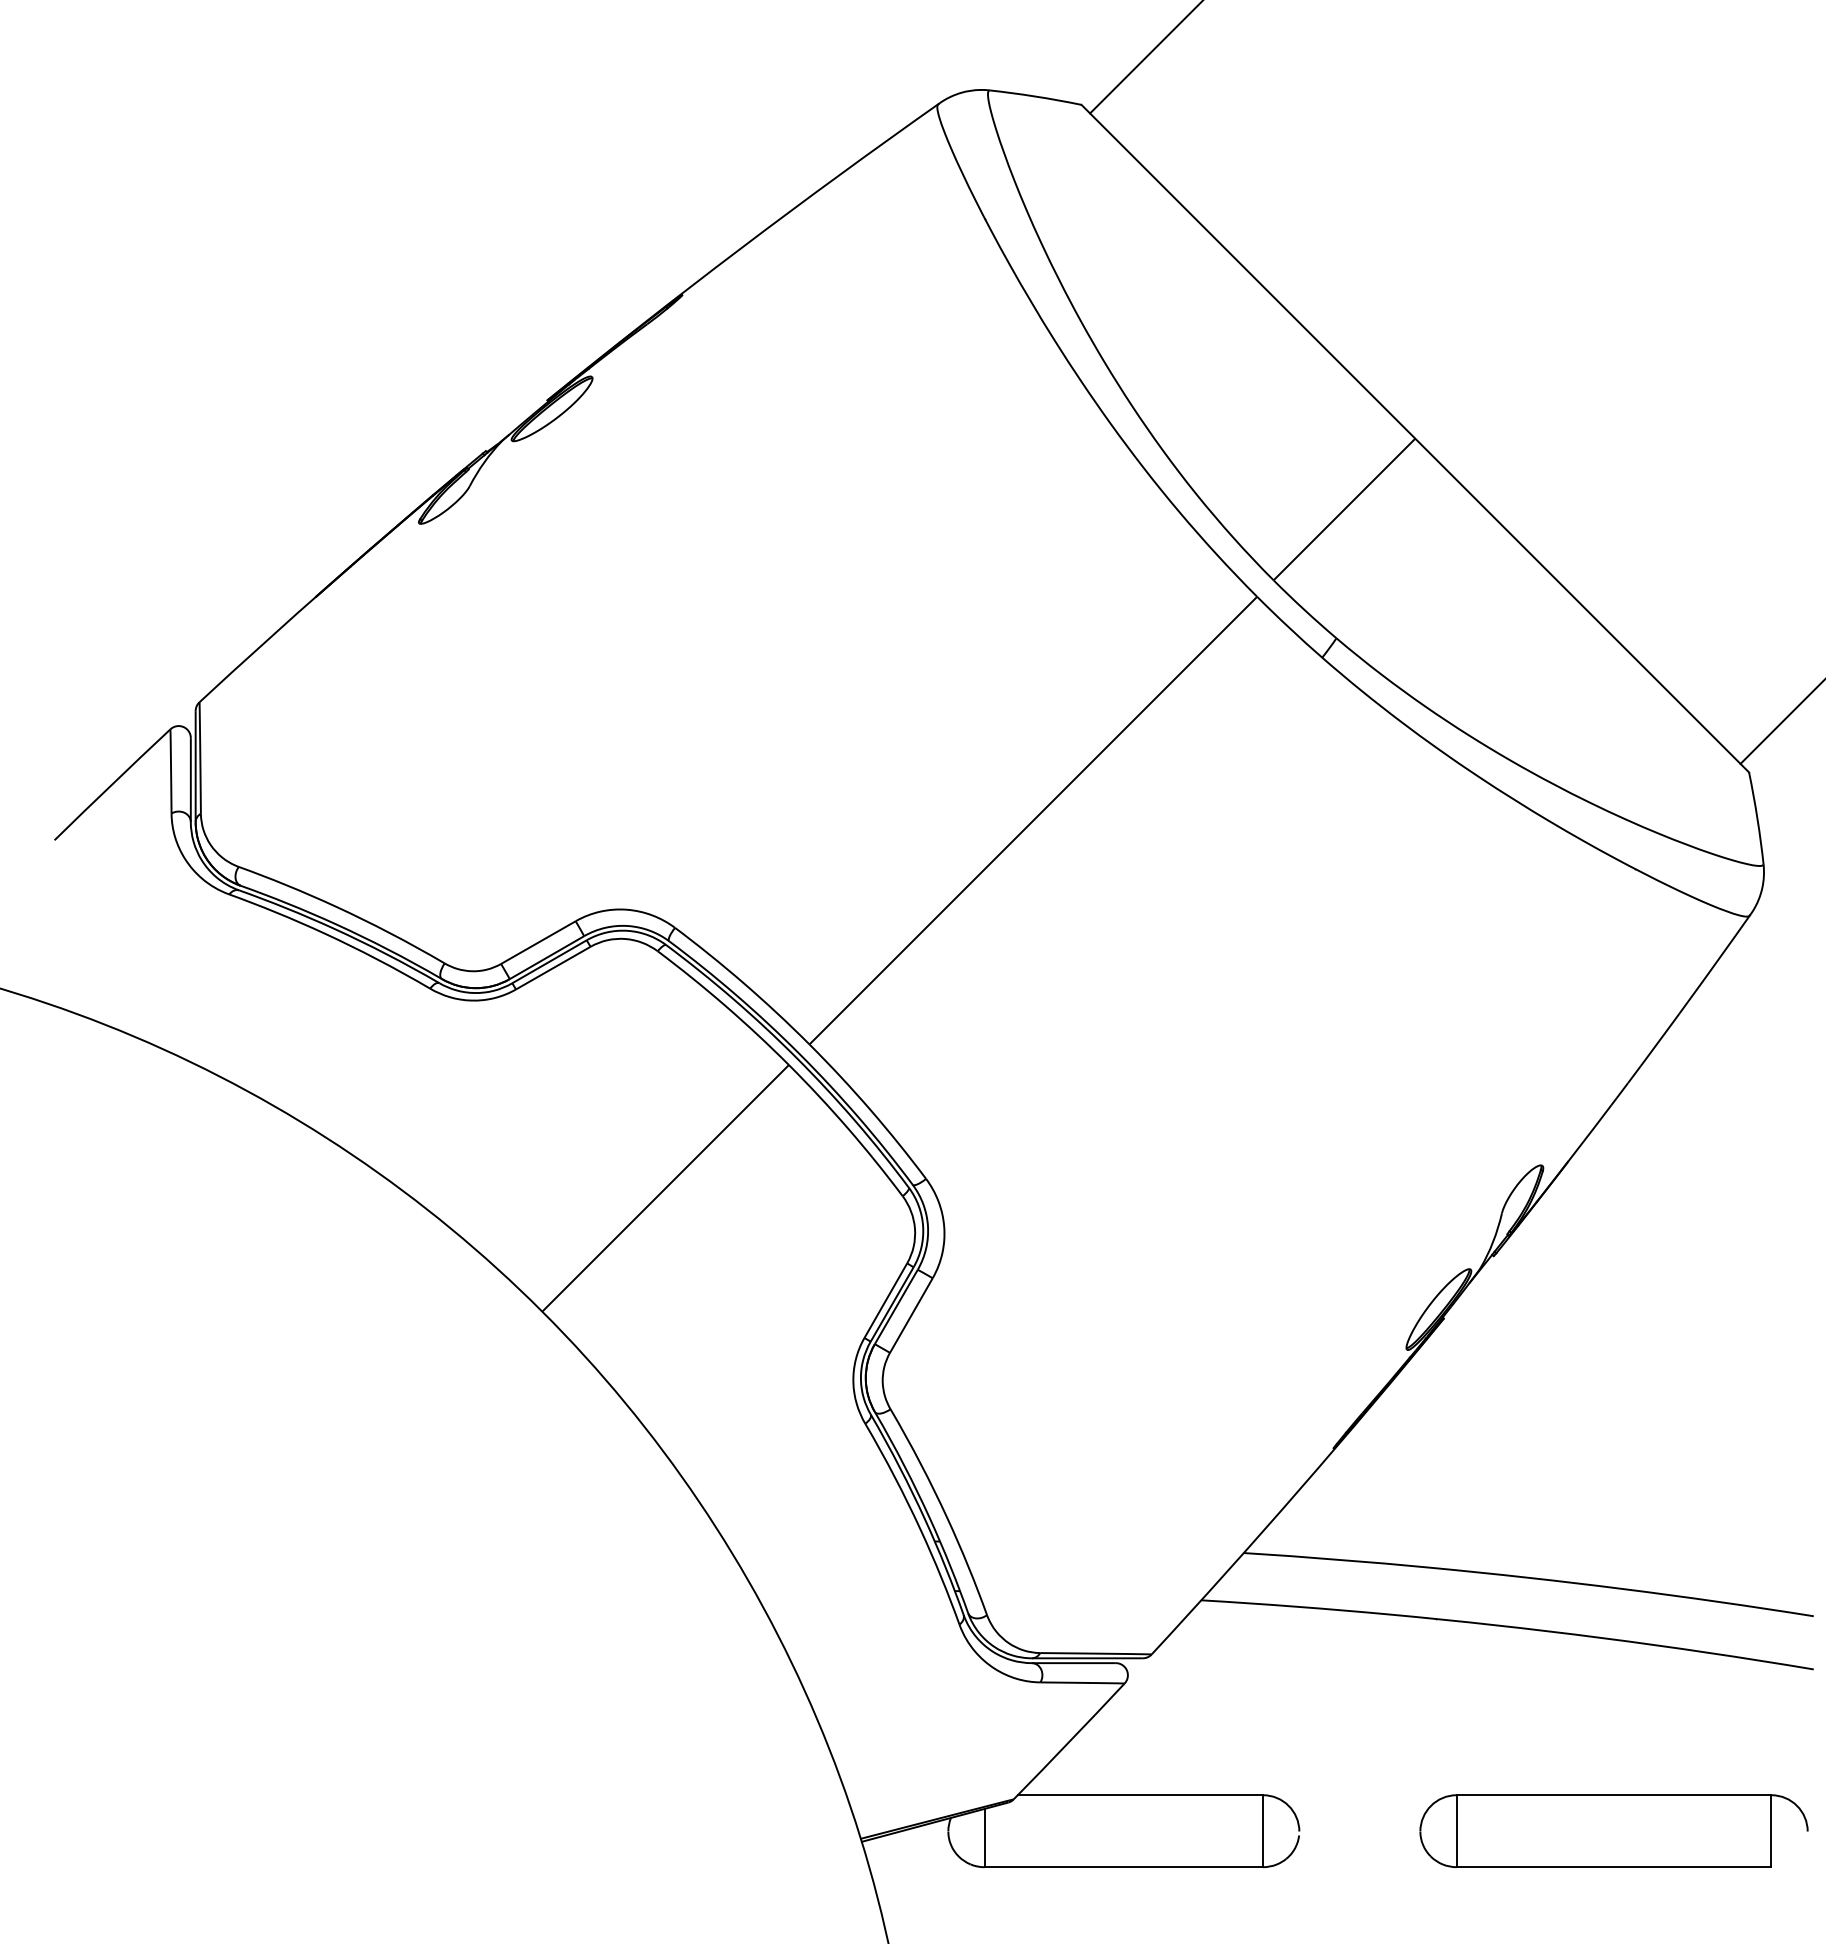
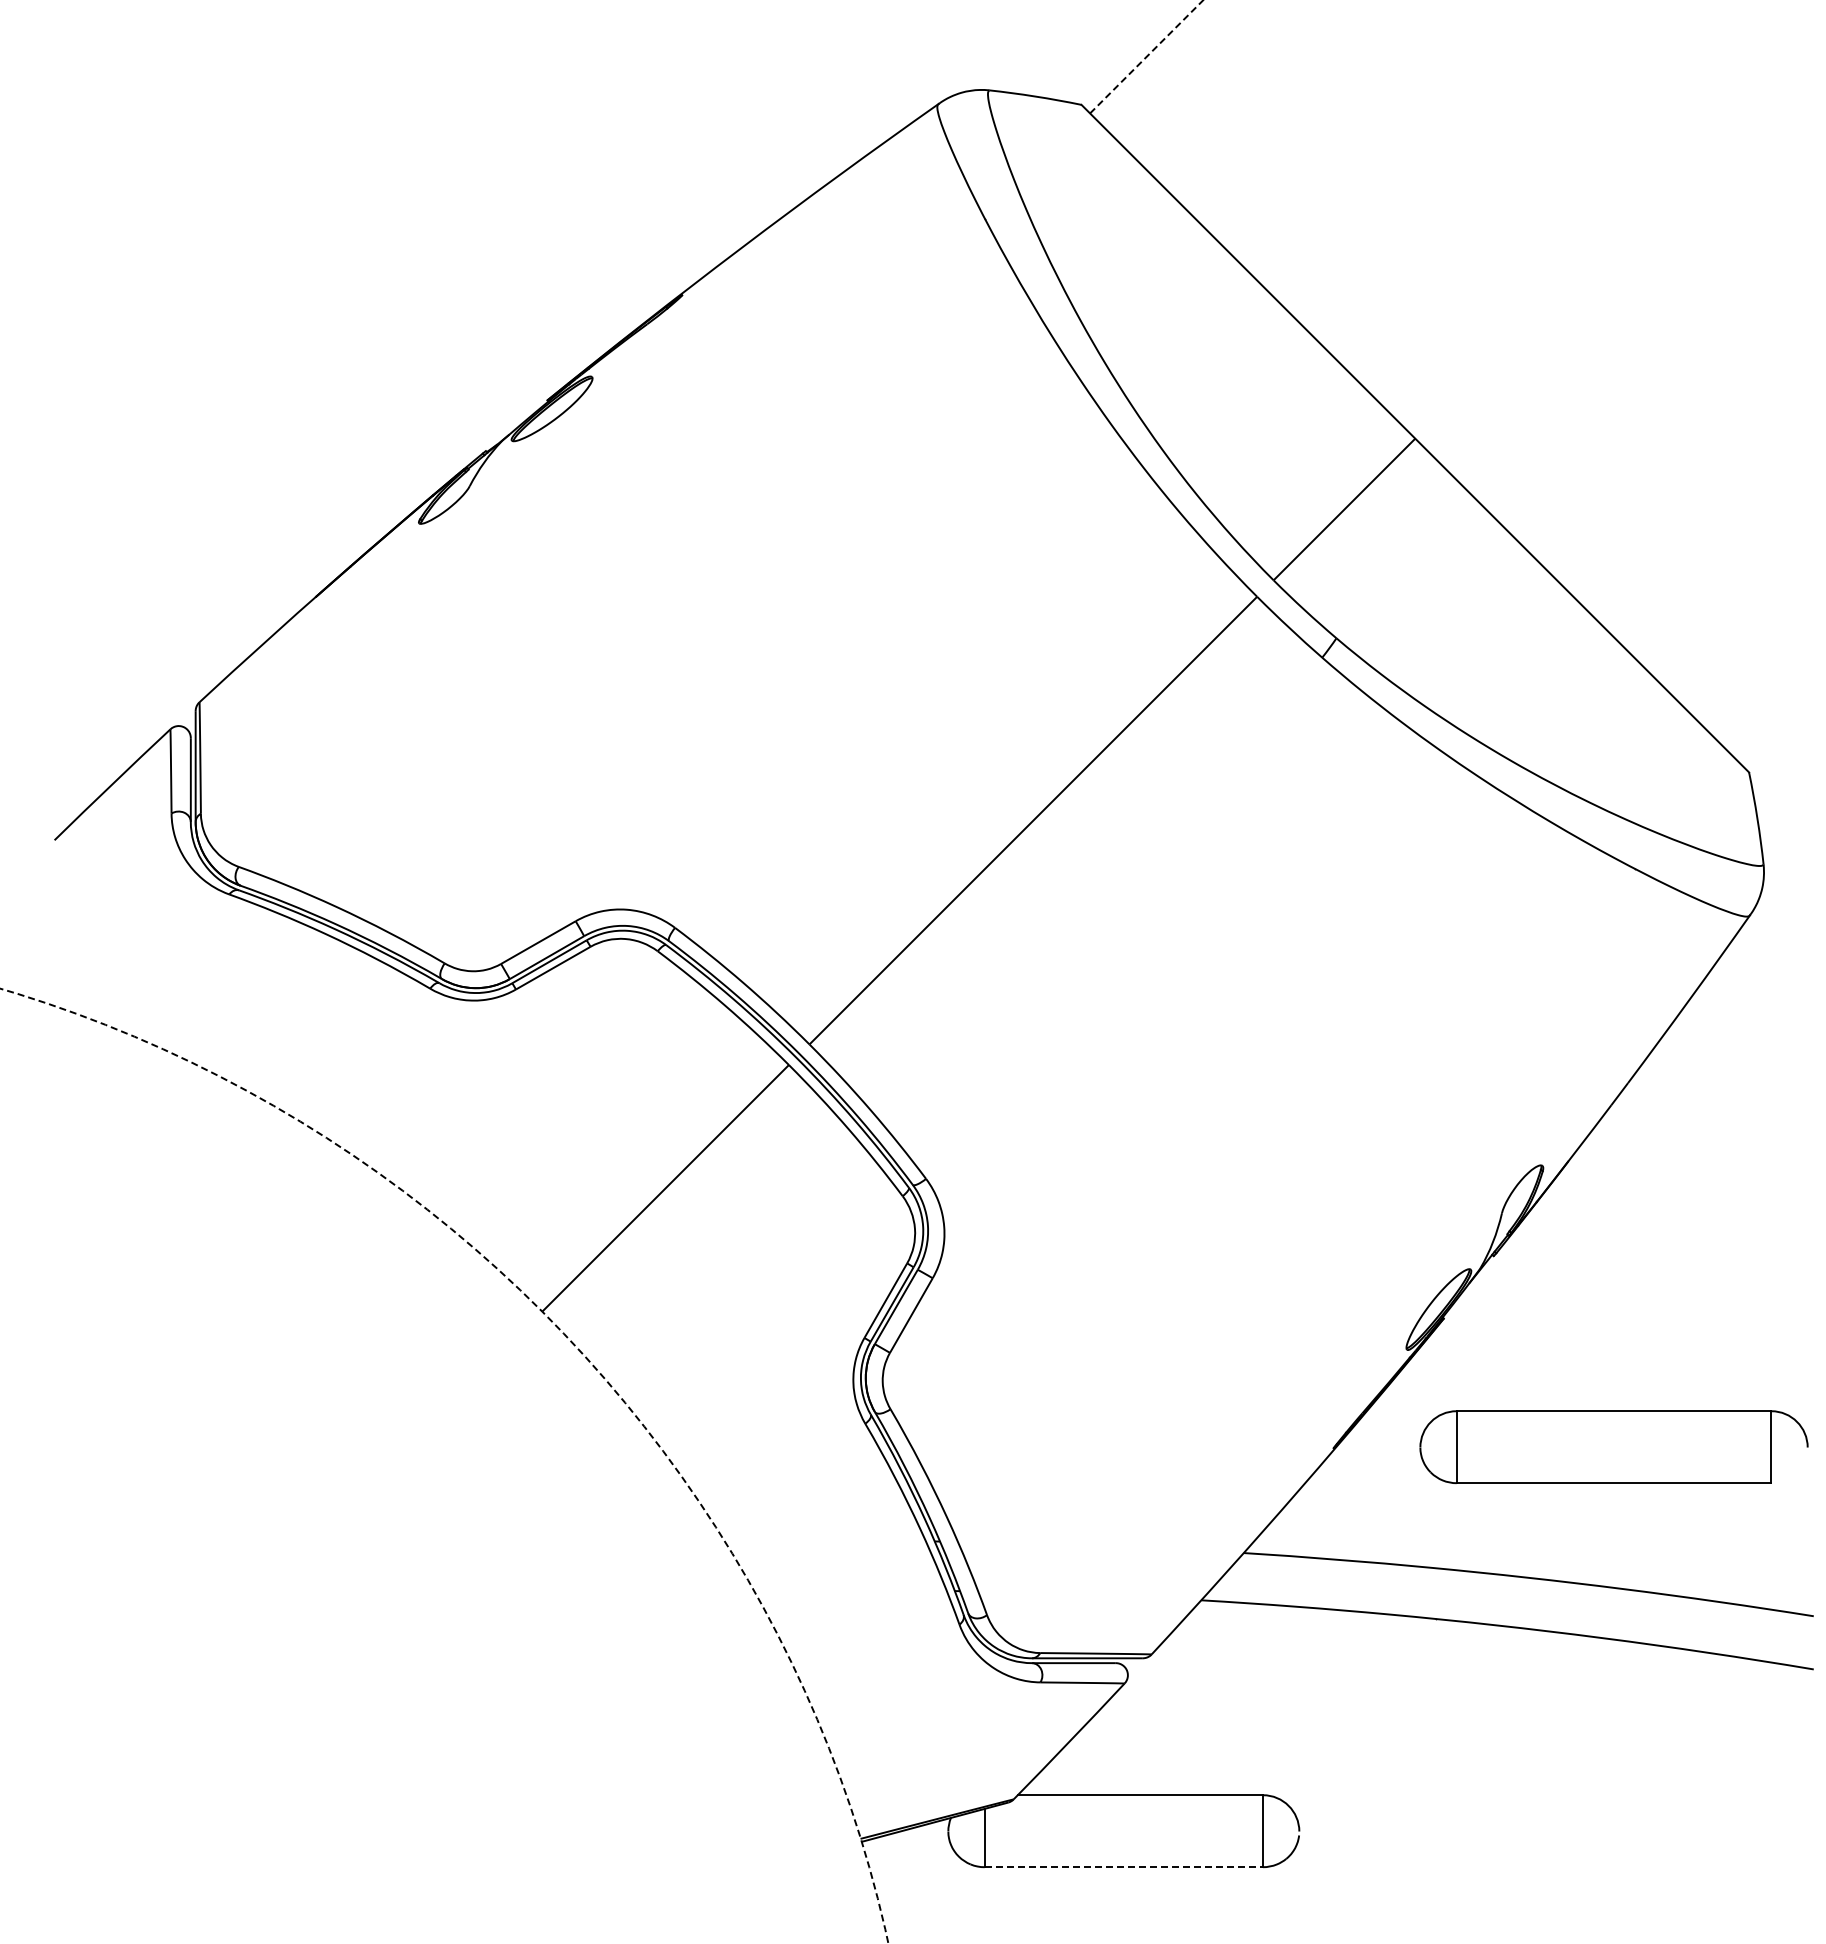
line at (1146, 56): solid -> dashed
line at (1781, 722): present -> none
circle at (444, 1465): solid -> dashed
part at (1613, 1830) position: (1613, 1830) -> (1613, 1446)
line at (1124, 1867): solid -> dashed
